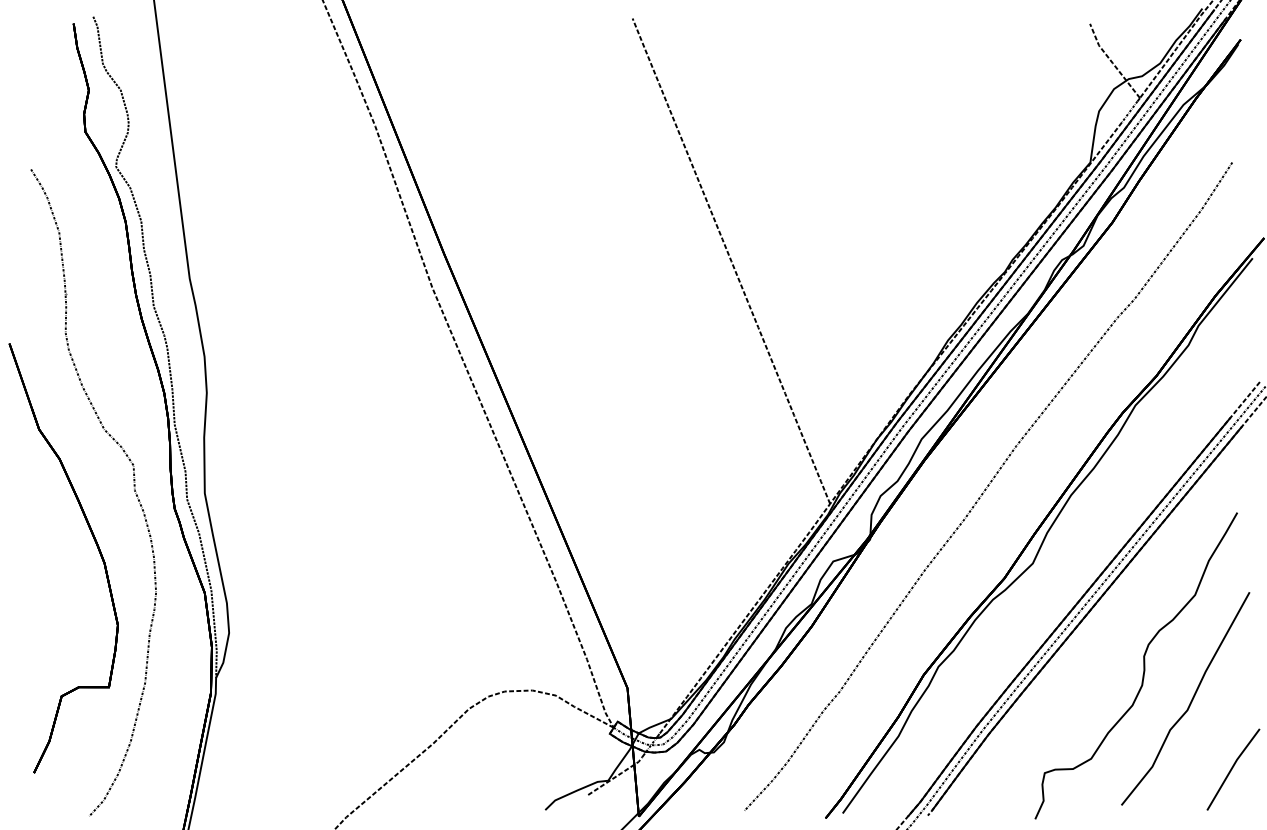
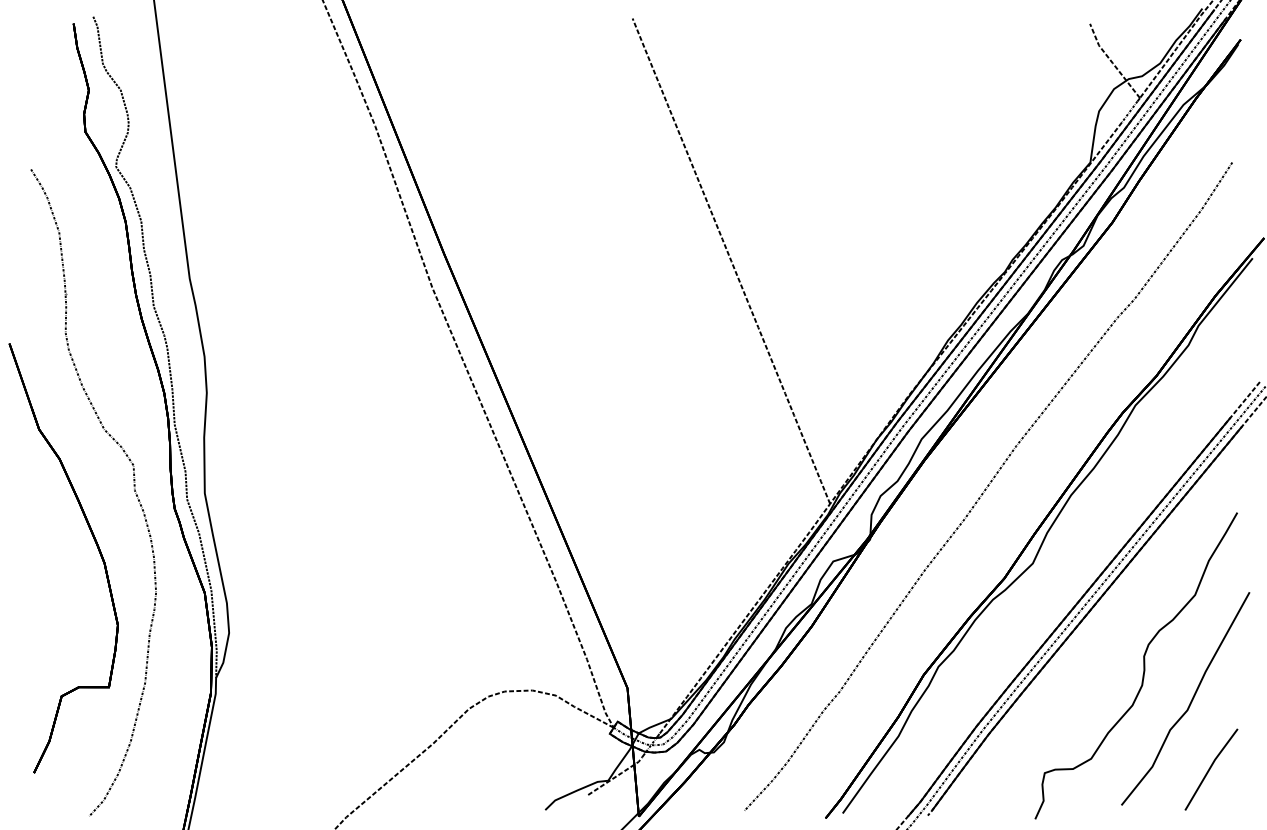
part at (1233, 769) position: (1233, 769) -> (1211, 769)
